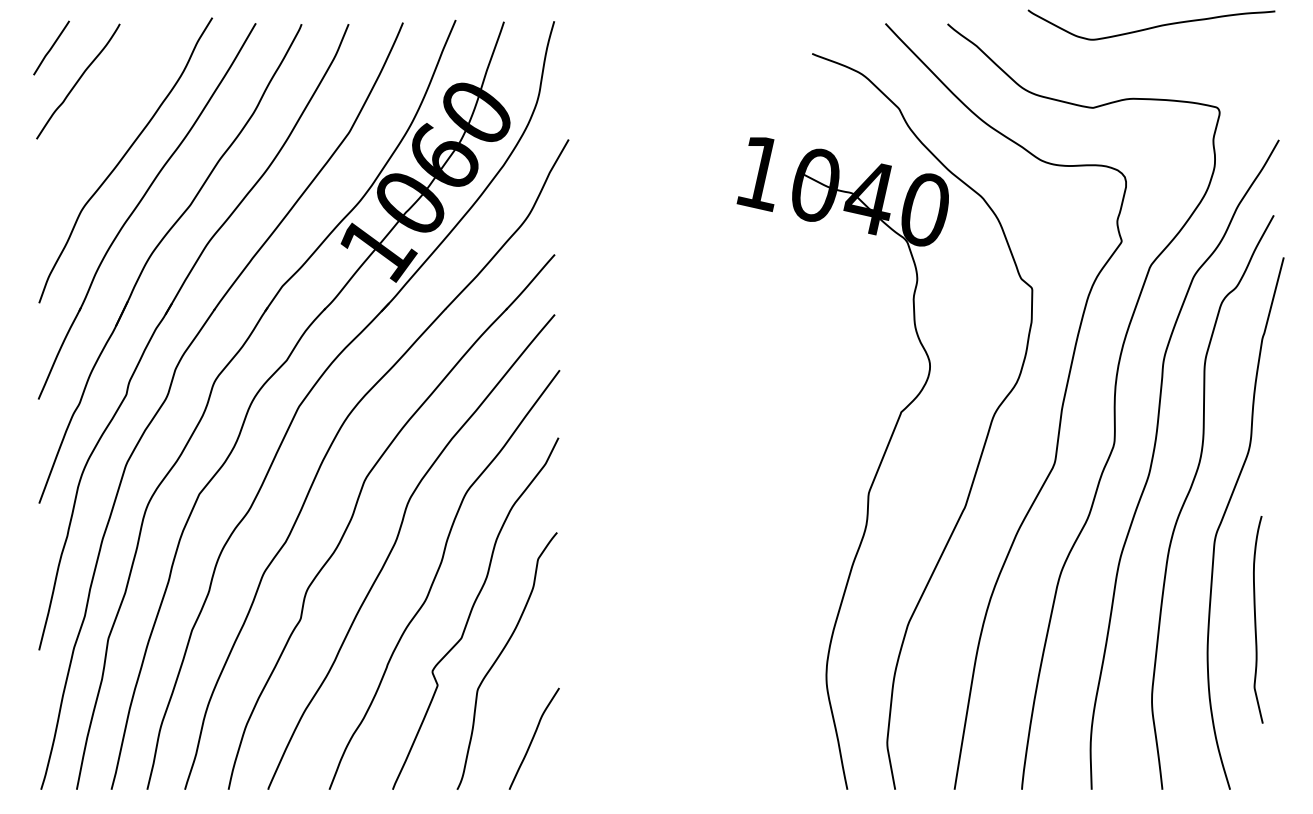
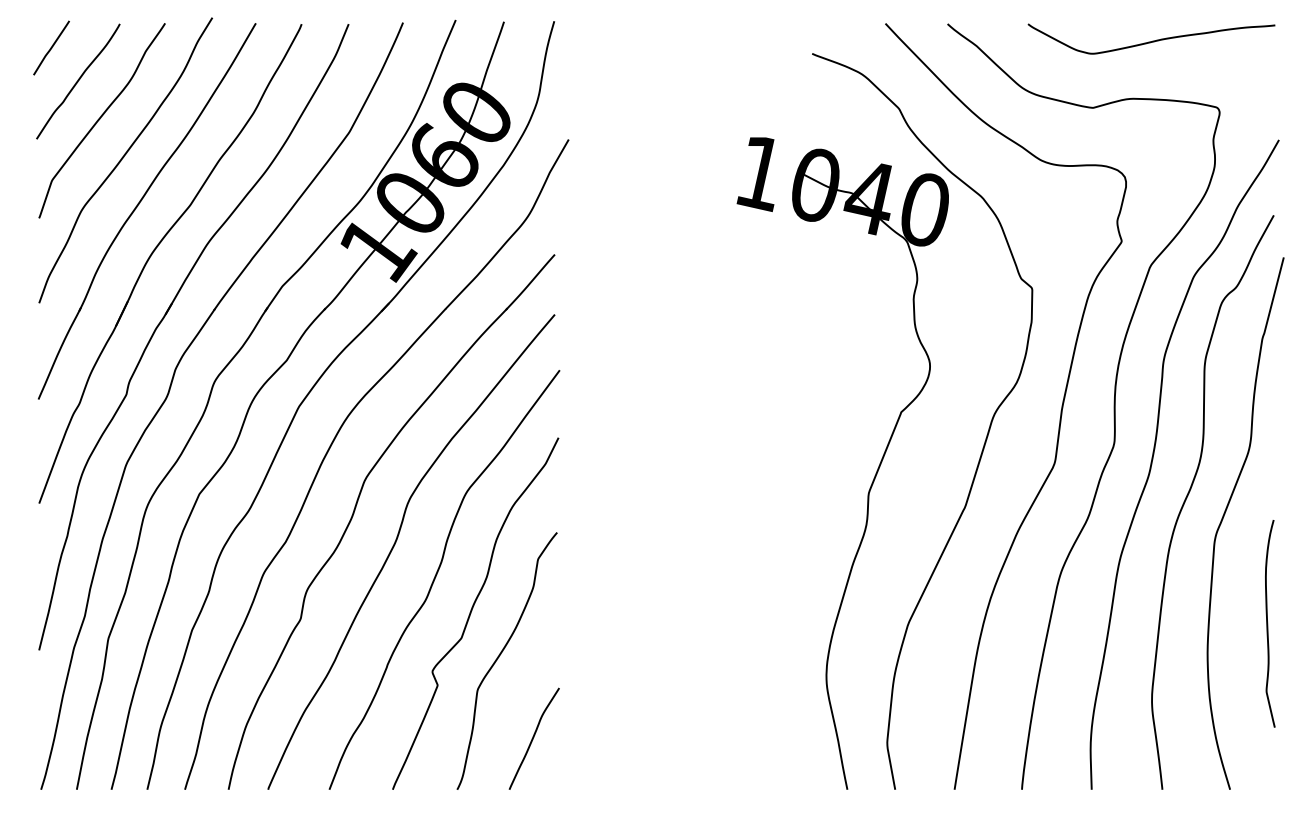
curve at (1152, 26) position: (1152, 26) -> (1152, 40)
curve at (100, 119): none -> present
curve at (1256, 619) position: (1256, 619) -> (1268, 623)
